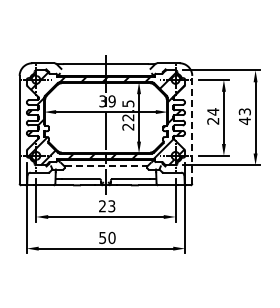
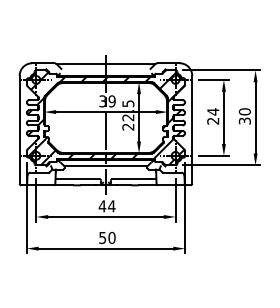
text at (244, 116): 43 -> 30
line at (192, 129): dashed -> solid
line at (106, 166): dashed -> solid
text at (106, 206): 23 -> 44
